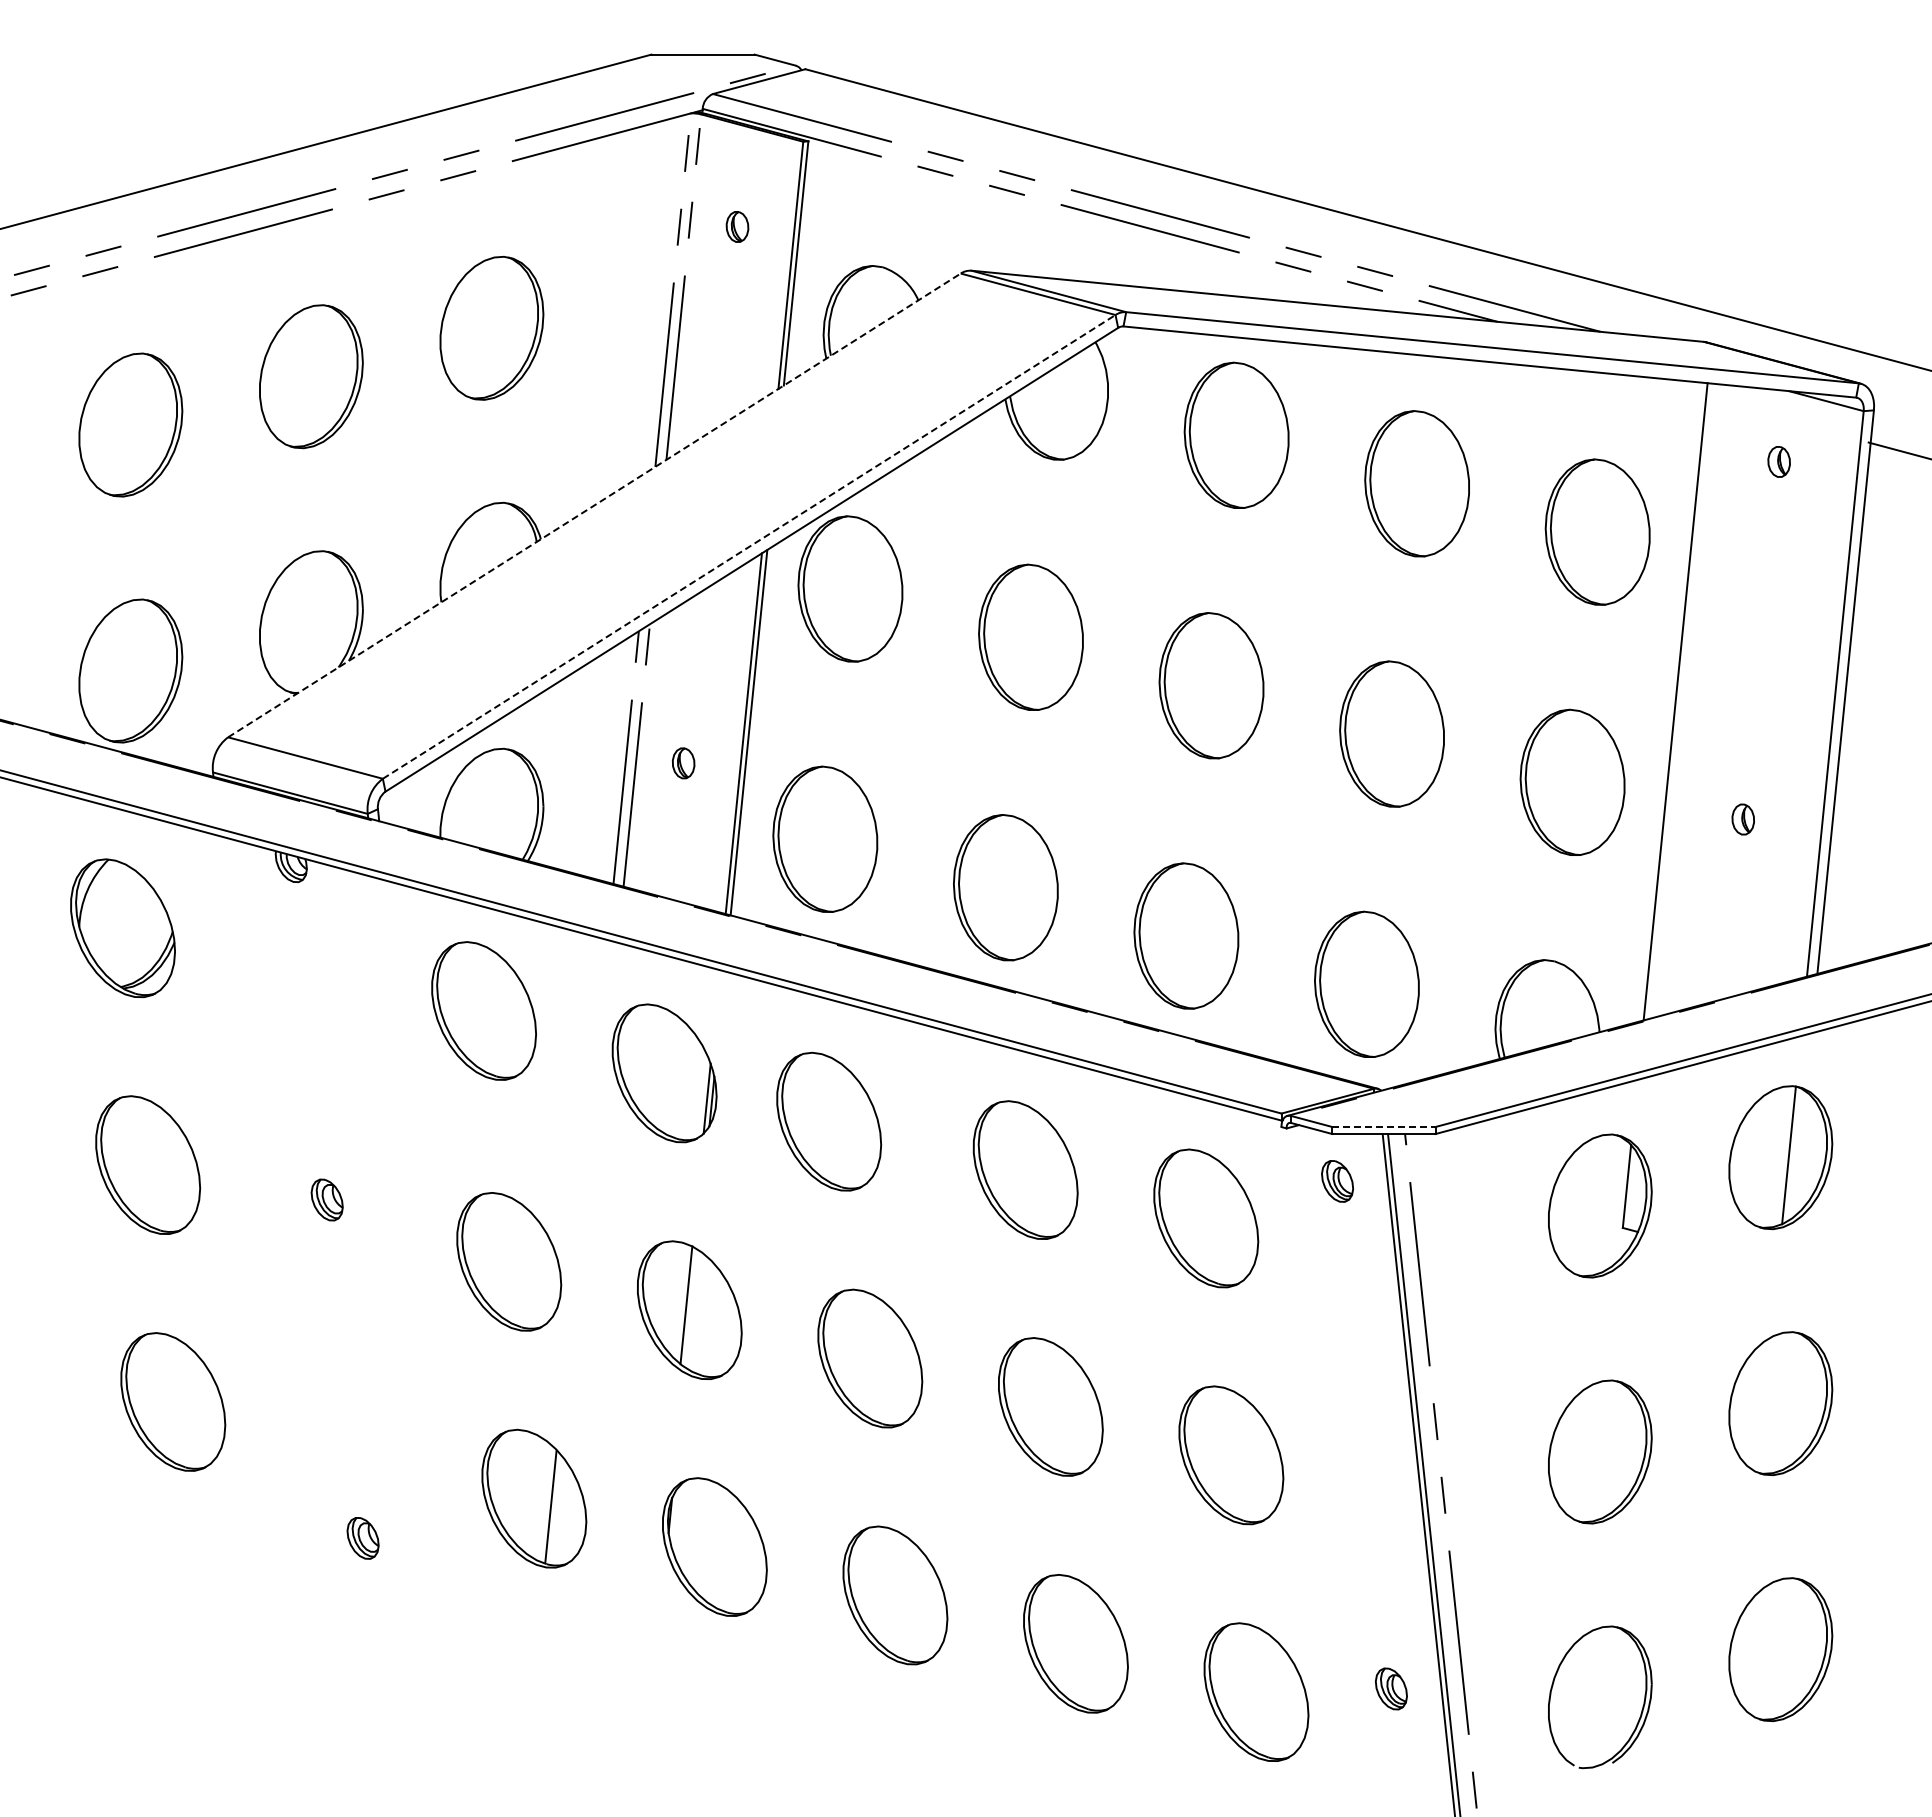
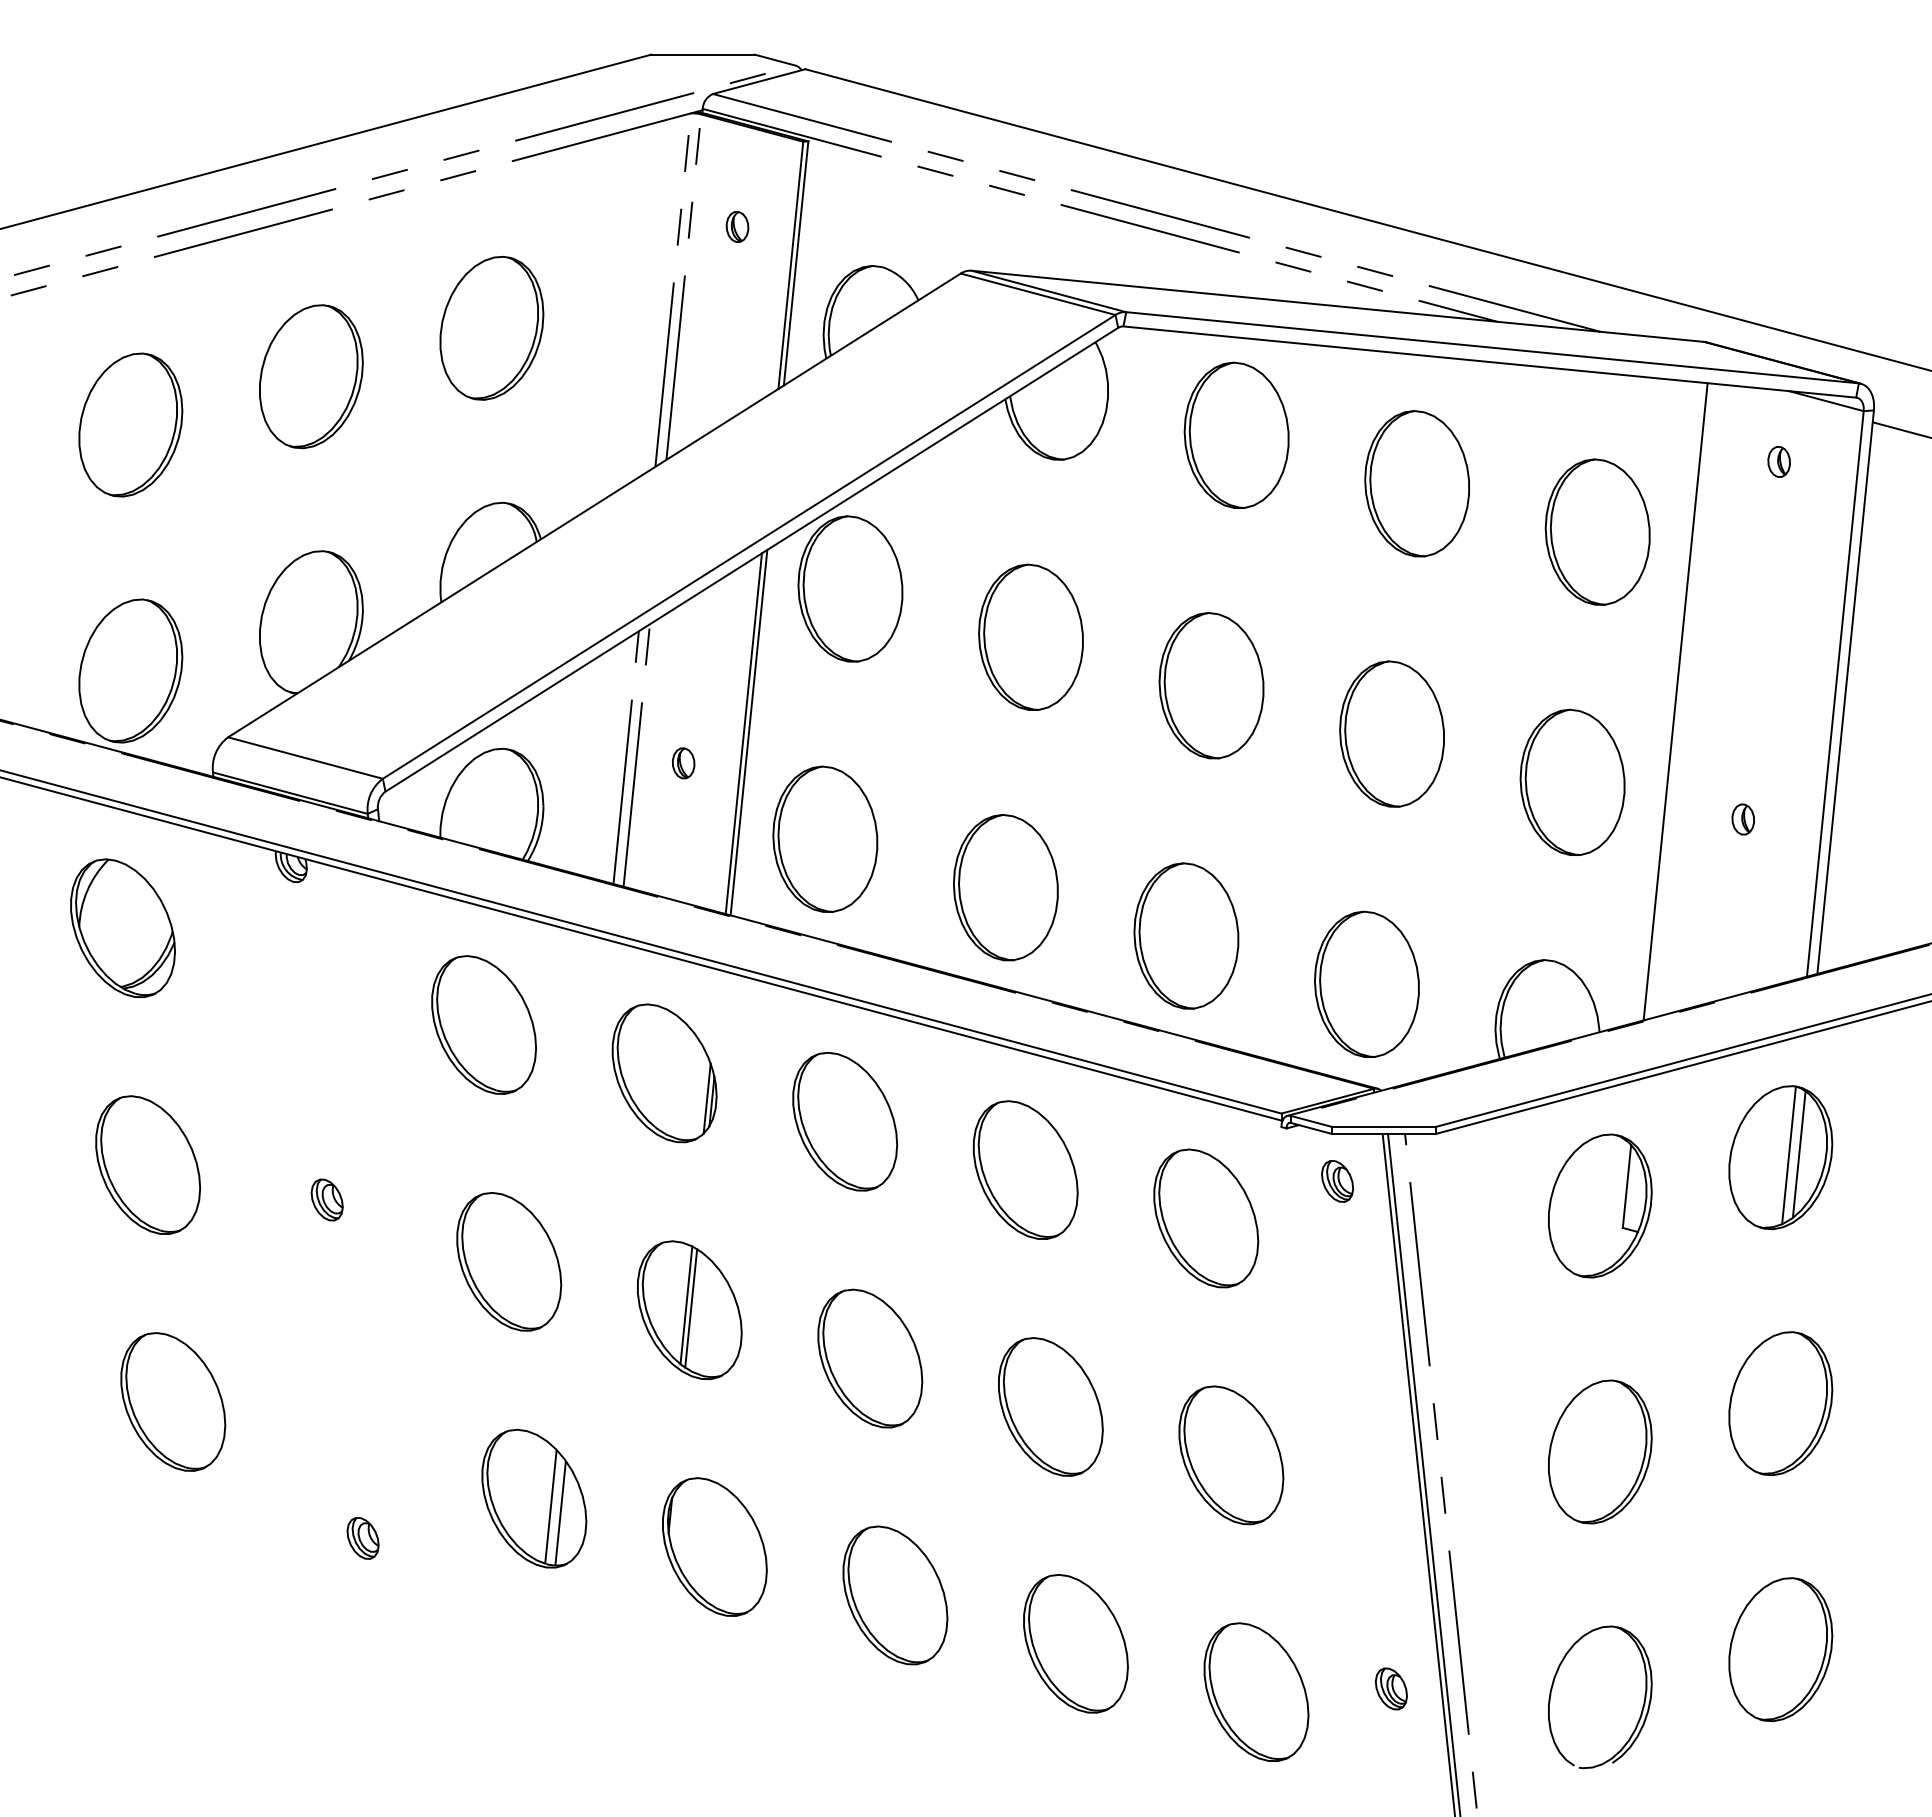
line at (1897, 450) position: (1897, 450) -> (1900, 429)
line at (594, 505): dashed -> solid
line at (749, 546): dashed -> solid
part at (483, 1010) position: (483, 1010) -> (483, 1024)
part at (829, 1121) position: (829, 1121) -> (845, 1121)
line at (1383, 1127): dashed -> solid
line at (1798, 1154): none -> present
line at (691, 1308): none -> present
line at (560, 1513): none -> present
